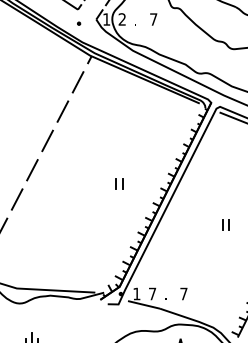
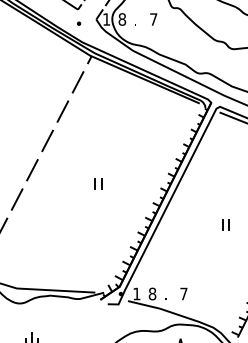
text at (122, 19): 2 -> 8
part at (119, 183) position: (119, 183) -> (98, 183)
text at (152, 293): 7 -> 8
